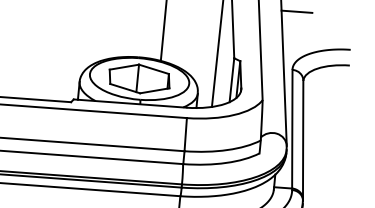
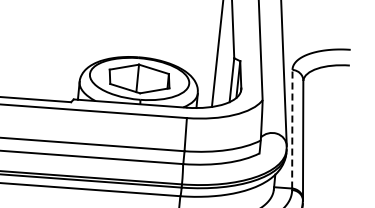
line at (296, 11): present -> none
line at (163, 31): present -> none
line at (292, 128): solid -> dashed
